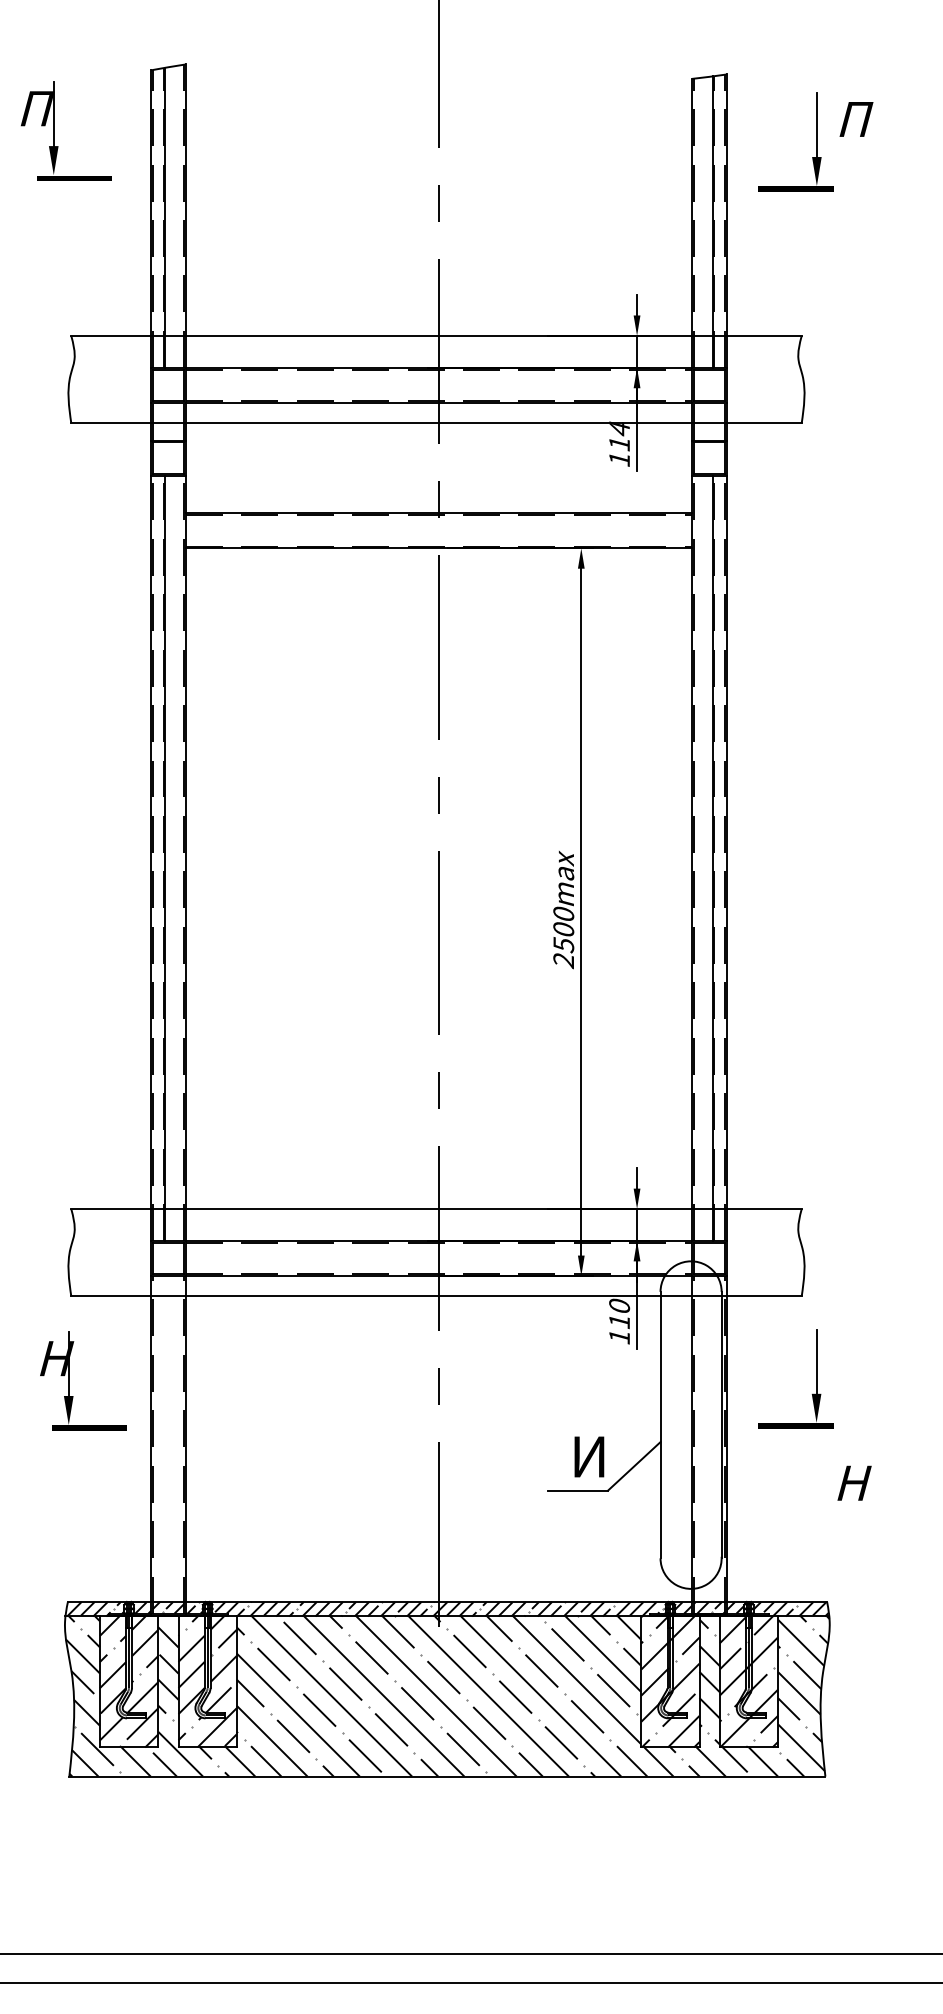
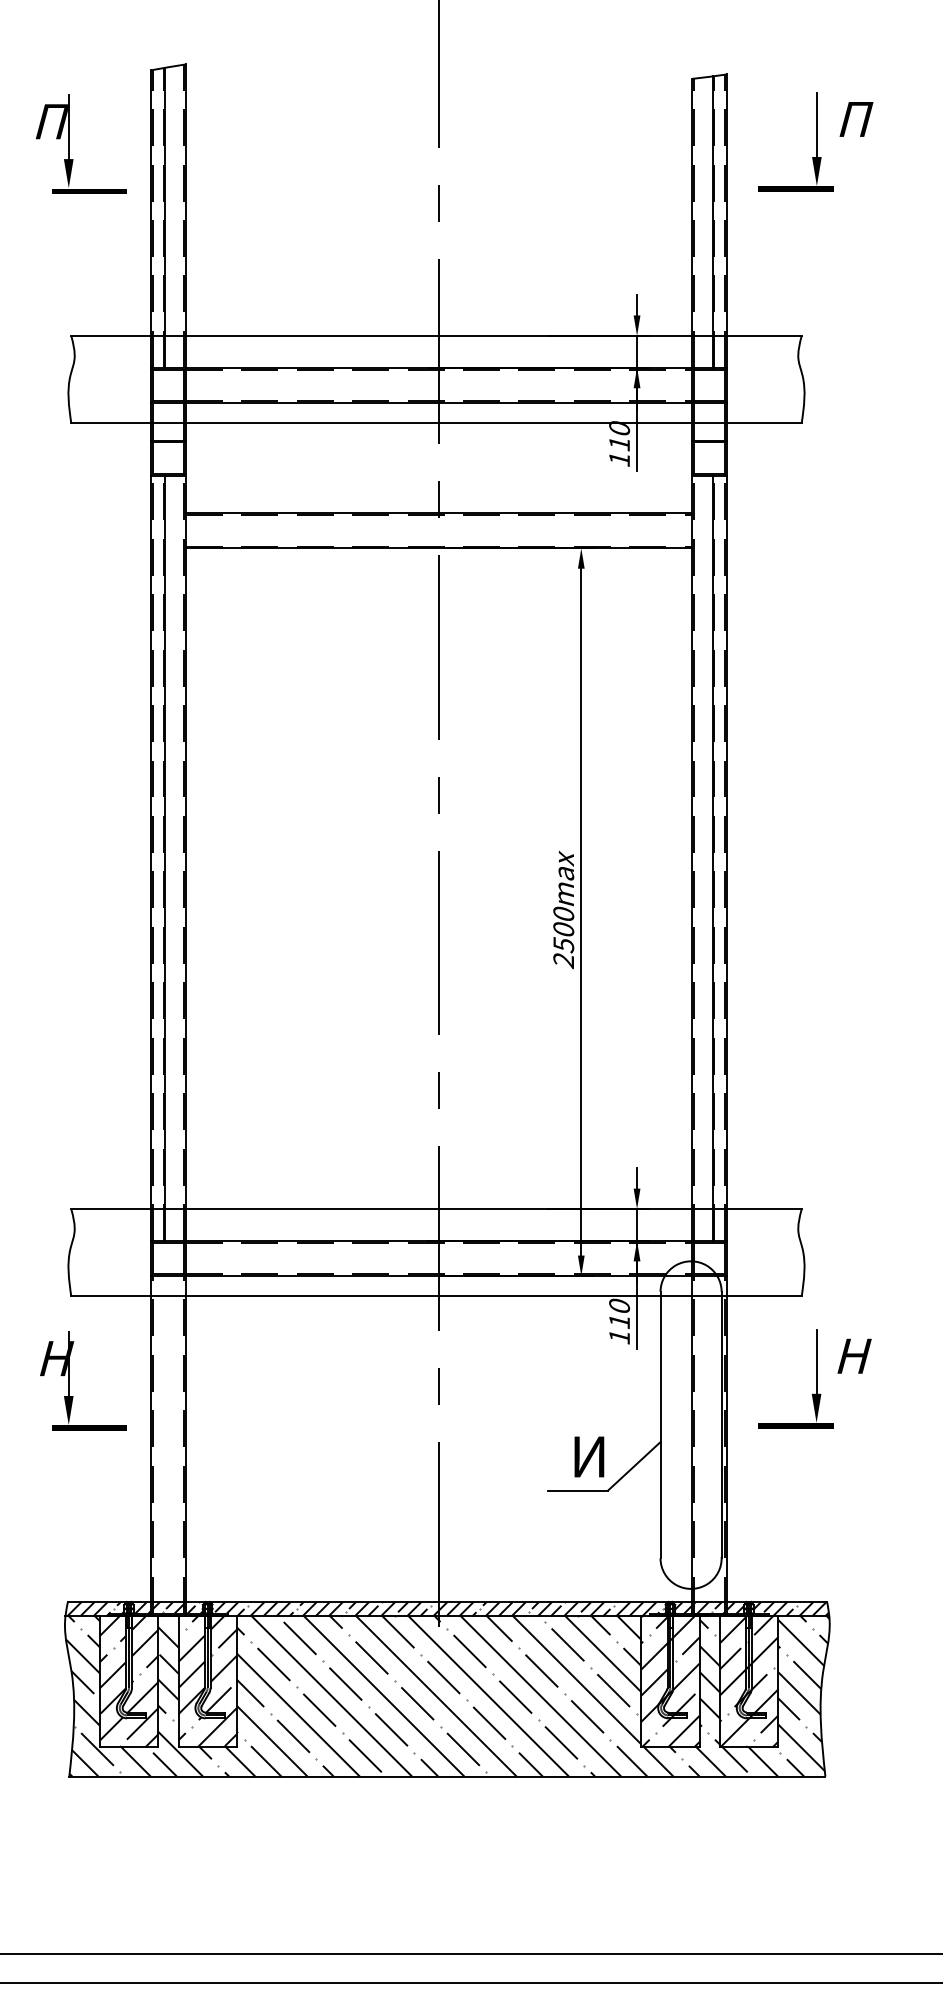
part at (54, 130) position: (54, 130) -> (69, 143)
text at (619, 428): 114 -> 110
text at (854, 1482) position: (854, 1482) -> (854, 1355)
